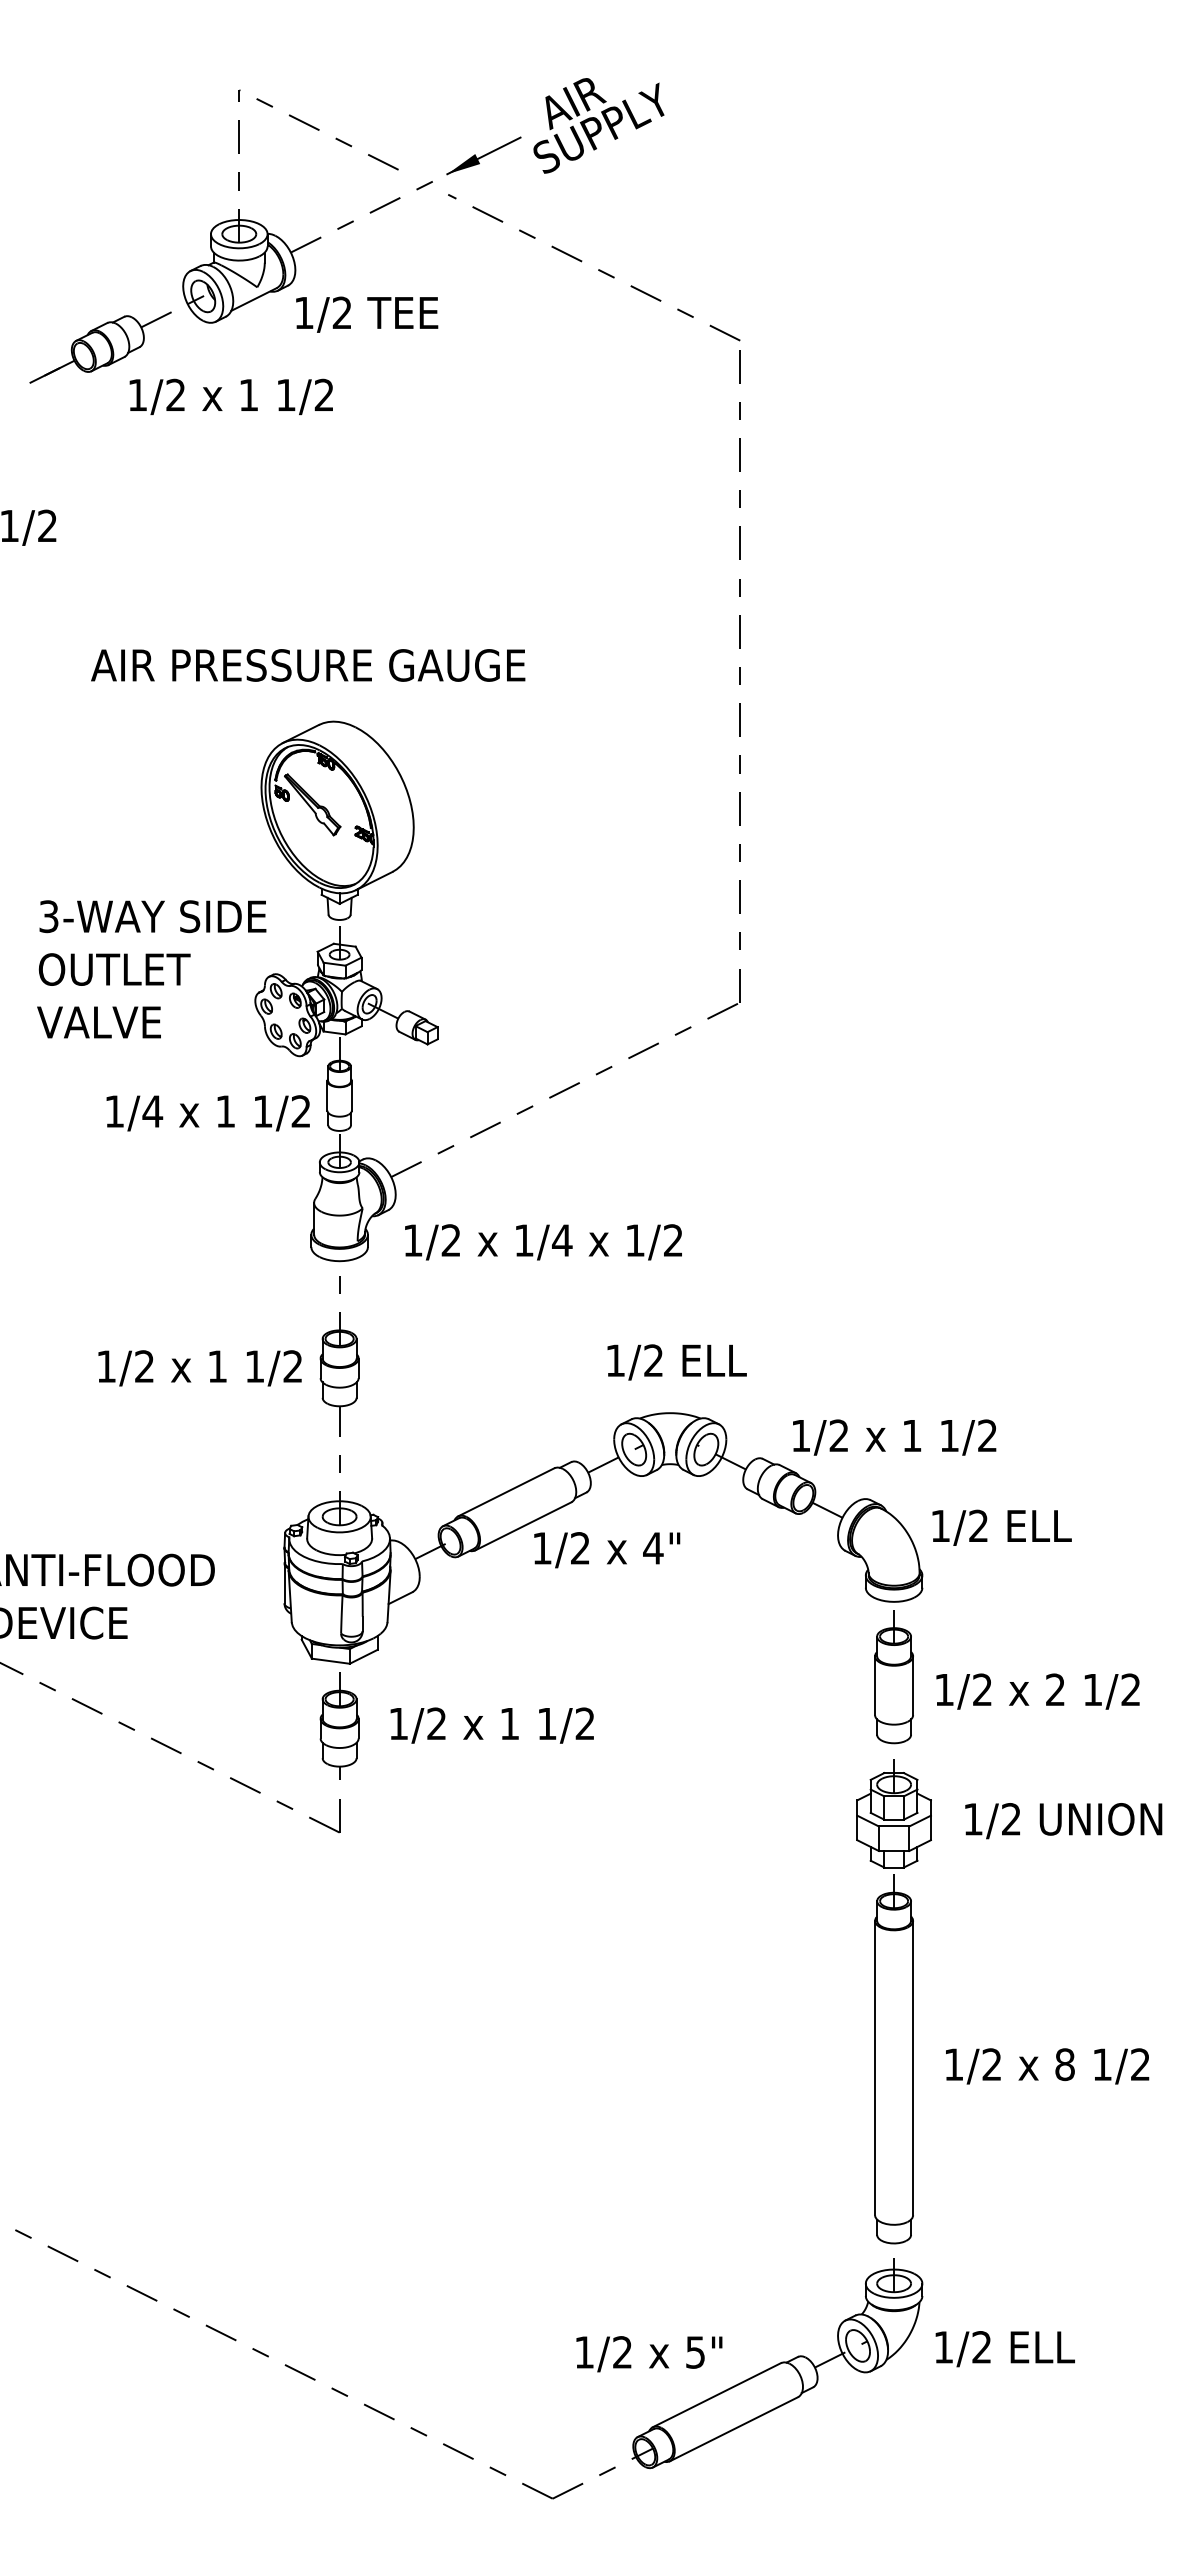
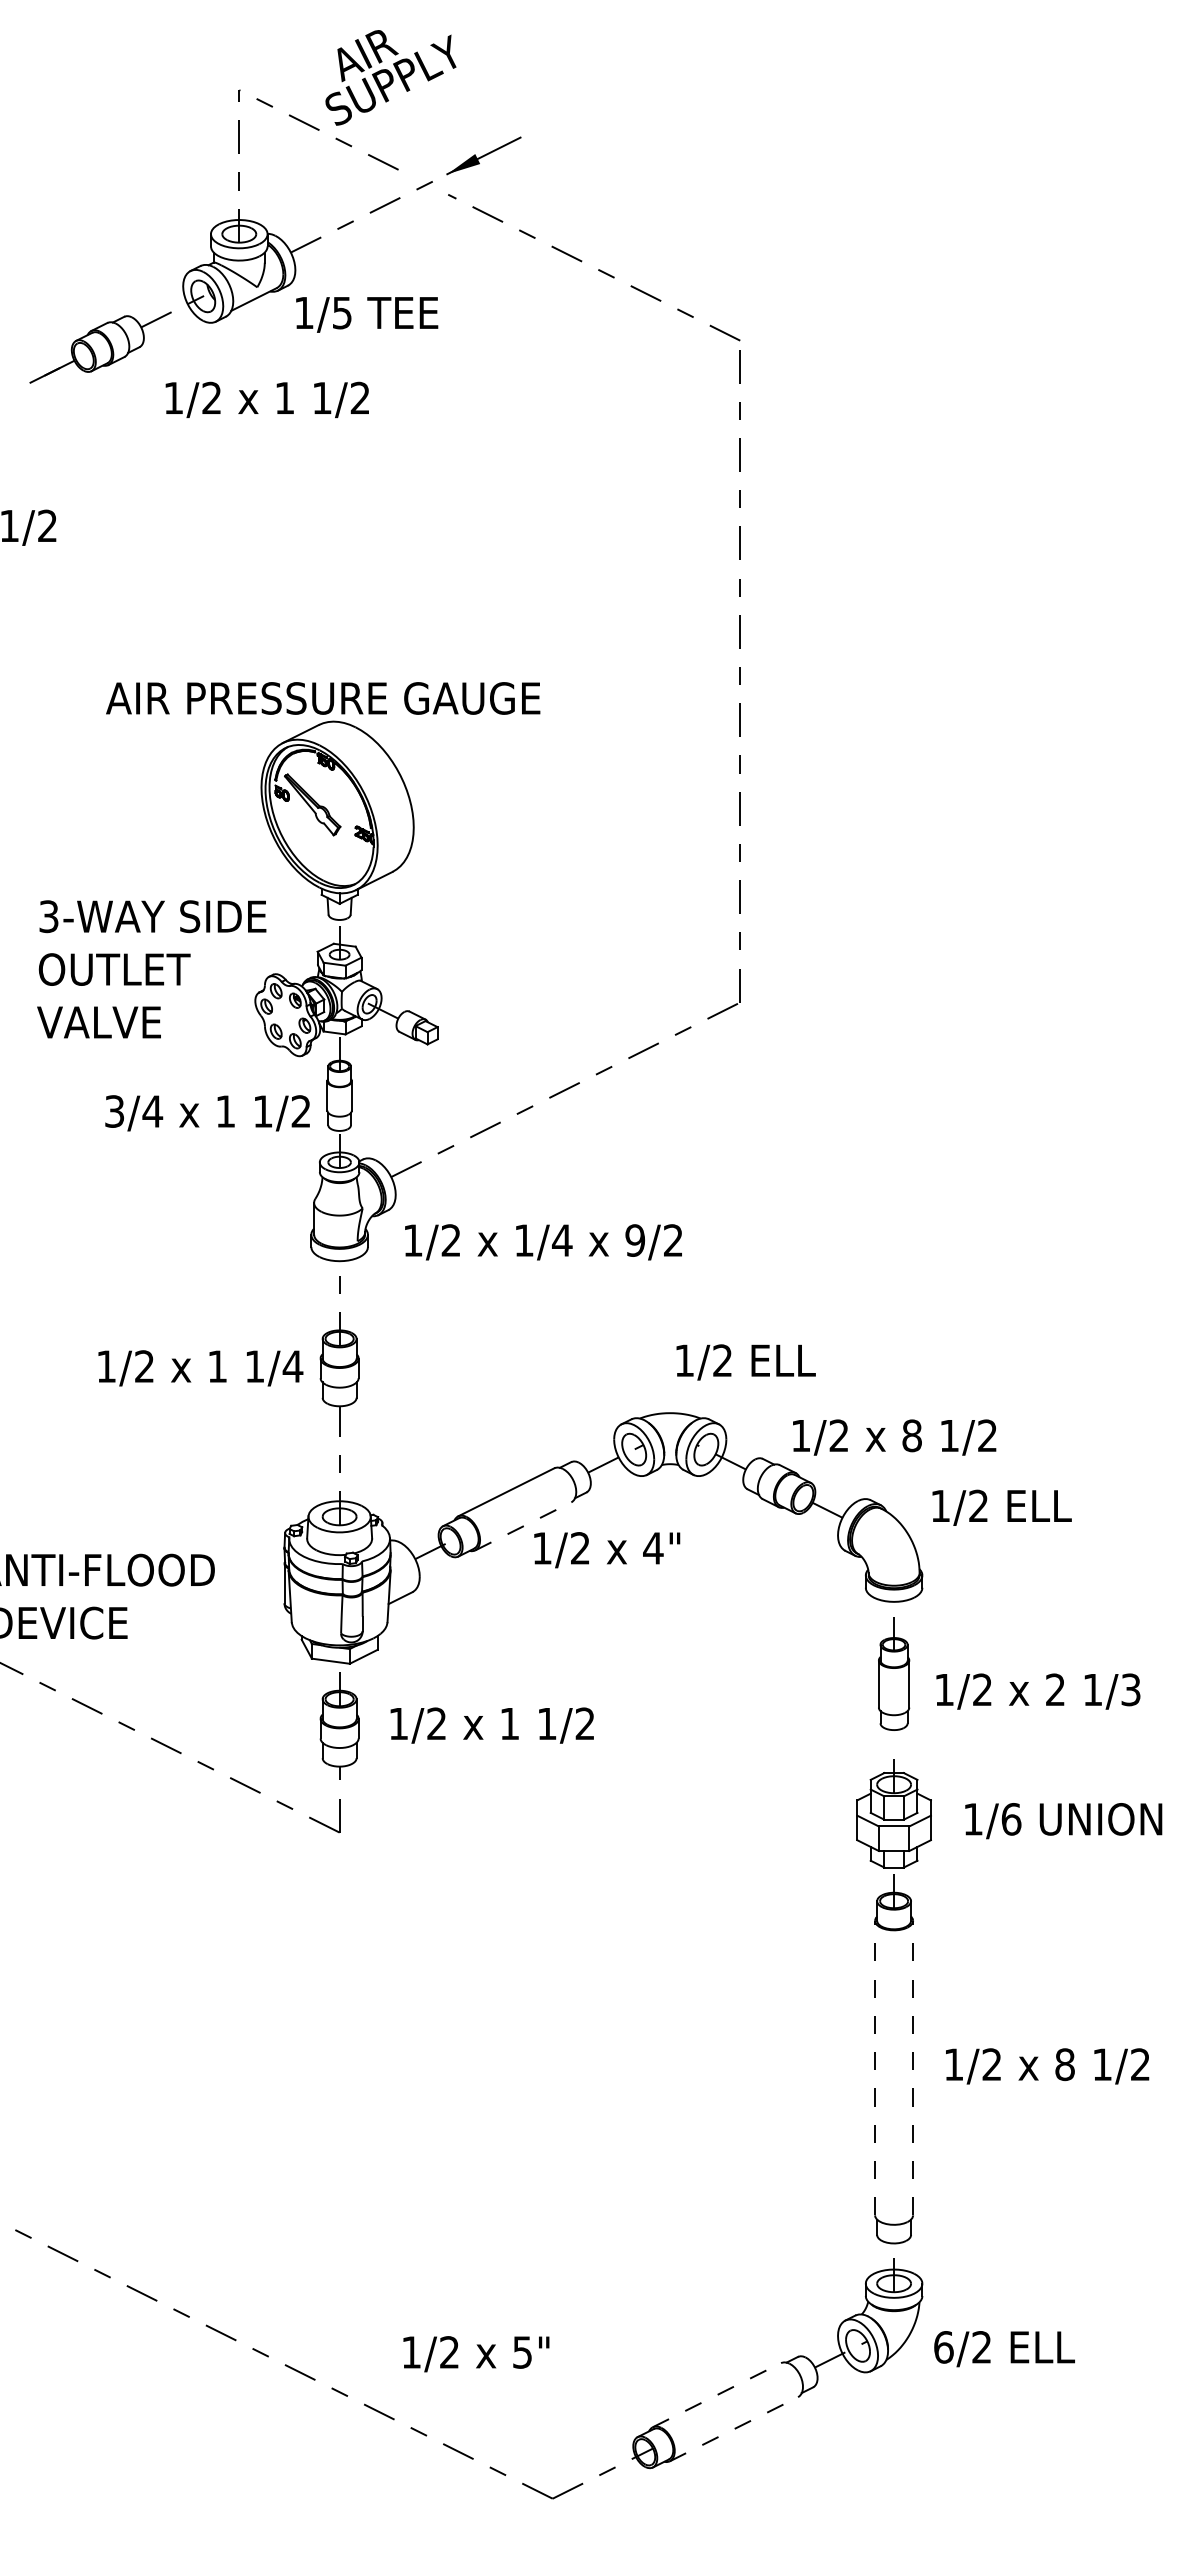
text at (598, 125) position: (598, 125) -> (390, 77)
text at (341, 312): 1/2 -> 1/5
text at (230, 396) position: (230, 396) -> (266, 399)
text at (308, 665) position: (308, 665) -> (323, 698)
text at (114, 1111): 1/4 -> 3/4
text at (635, 1240): 1/2 -> 9/2
text at (676, 1362) position: (676, 1362) -> (745, 1362)
text at (292, 1366): 1/2 -> 1/4
text at (911, 1435): 1 -> 8
line at (523, 1526): solid -> dashed
text at (1001, 1527) position: (1001, 1527) -> (1001, 1507)
part at (893, 1677) size: 40x135 px -> 33x114 px
text at (1130, 1689): 1/2 -> 1/3
text at (1011, 1819): 1/2 -> 1/6
line at (875, 2067): solid -> dashed
line at (913, 2067): solid -> dashed
text at (943, 2347): 1/2 -> 6/2
text at (649, 2354) position: (649, 2354) -> (476, 2354)
line at (716, 2395): solid -> dashed
line at (733, 2429): solid -> dashed
